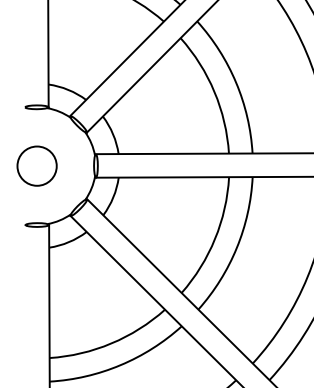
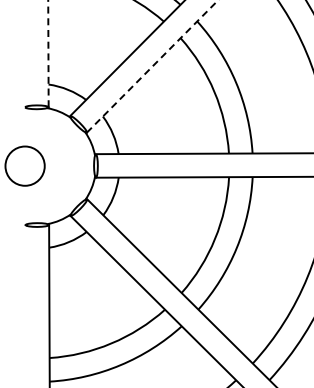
line at (48, 53): solid -> dashed
line at (152, 66): solid -> dashed
circle at (36, 165) position: (36, 165) -> (24, 165)
